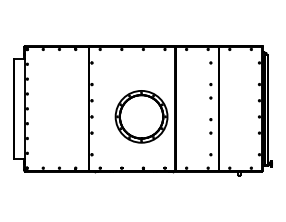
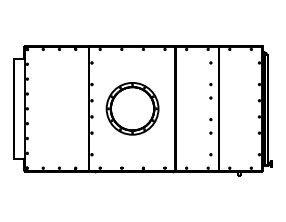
part at (141, 116) position: (141, 116) -> (132, 108)
